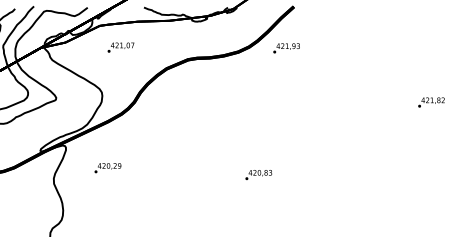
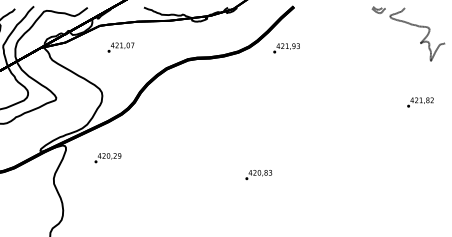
part at (411, 25): none -> present
text at (431, 102) position: (431, 102) -> (420, 102)
text at (107, 168) position: (107, 168) -> (107, 158)
